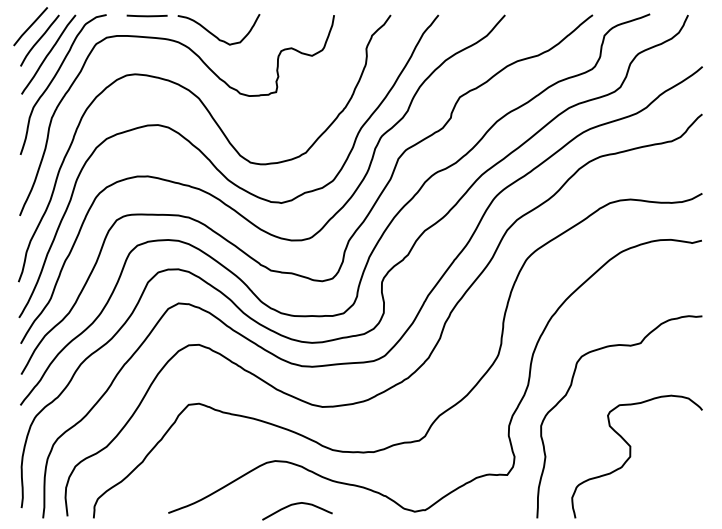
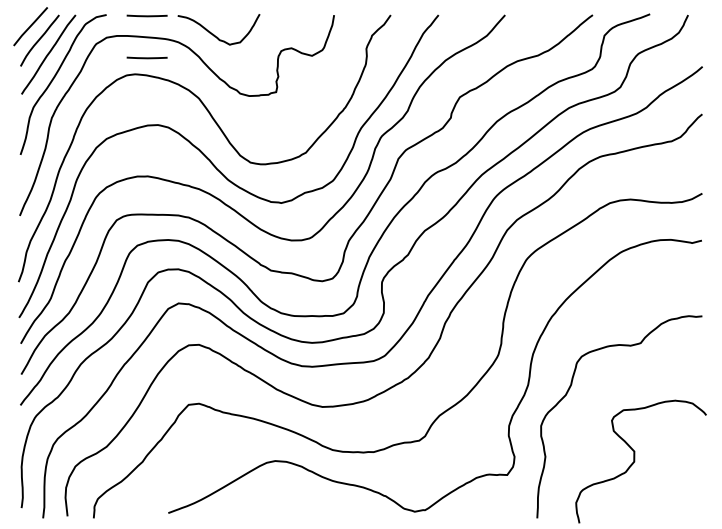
line at (146, 57): none -> present
curve at (631, 456) position: (631, 456) -> (635, 461)
curve at (294, 505): present -> none
